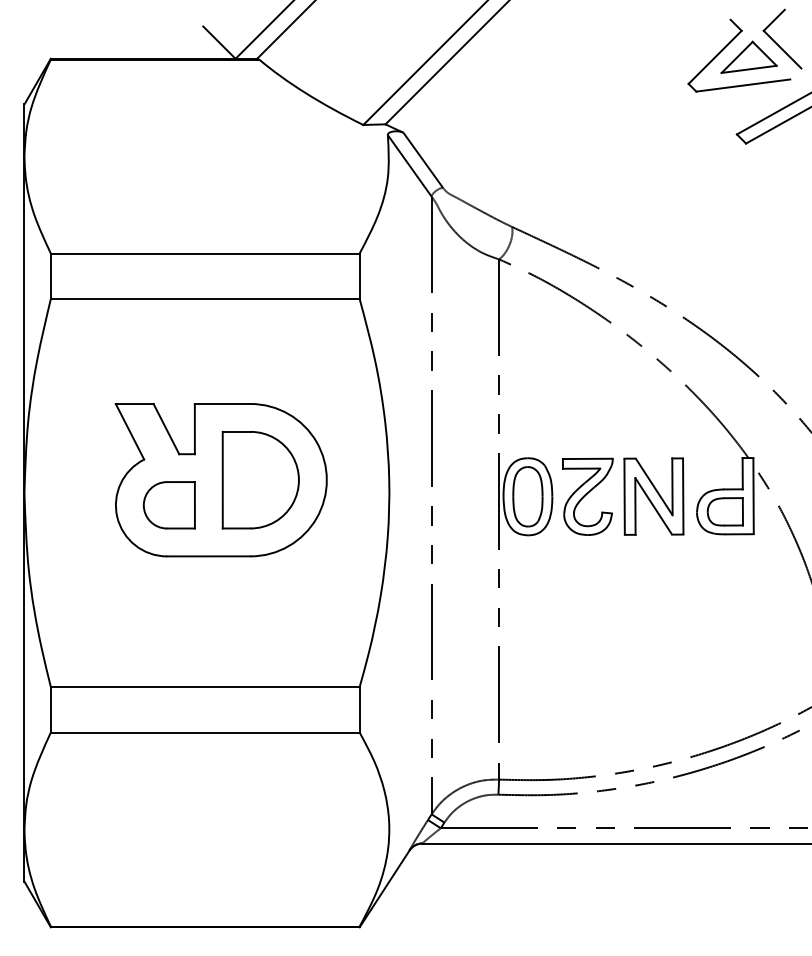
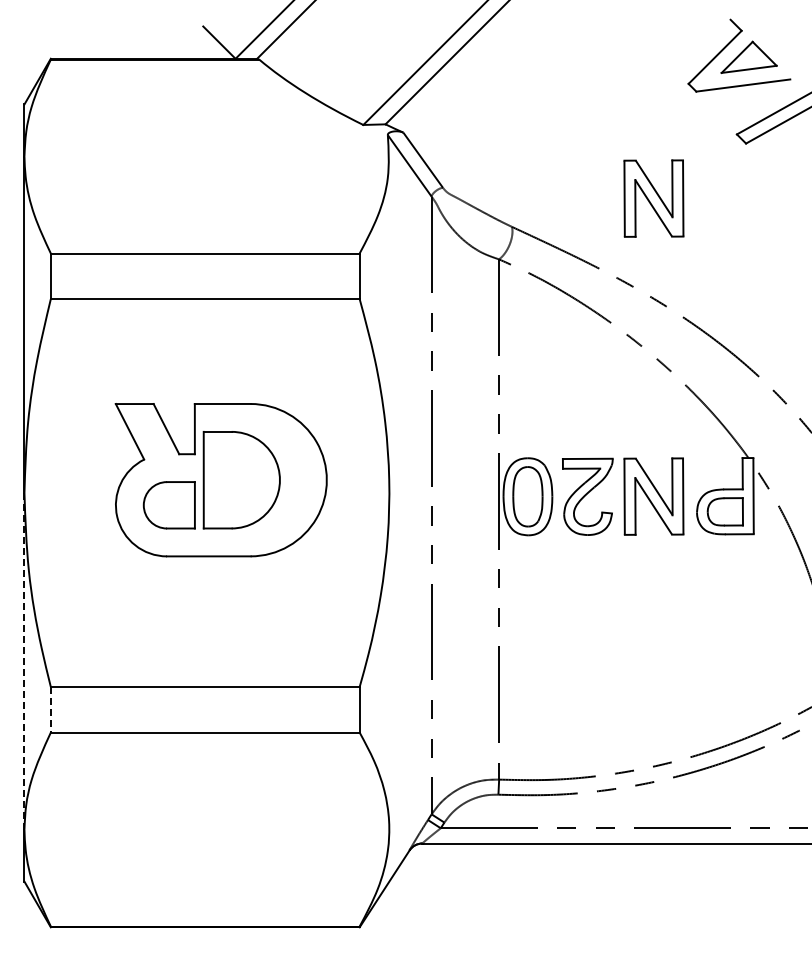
part at (777, 43): present -> none
part at (653, 198): none -> present
part at (260, 480) position: (260, 480) -> (241, 480)
line at (24, 661): solid -> dashed
line at (50, 709): solid -> dashed
